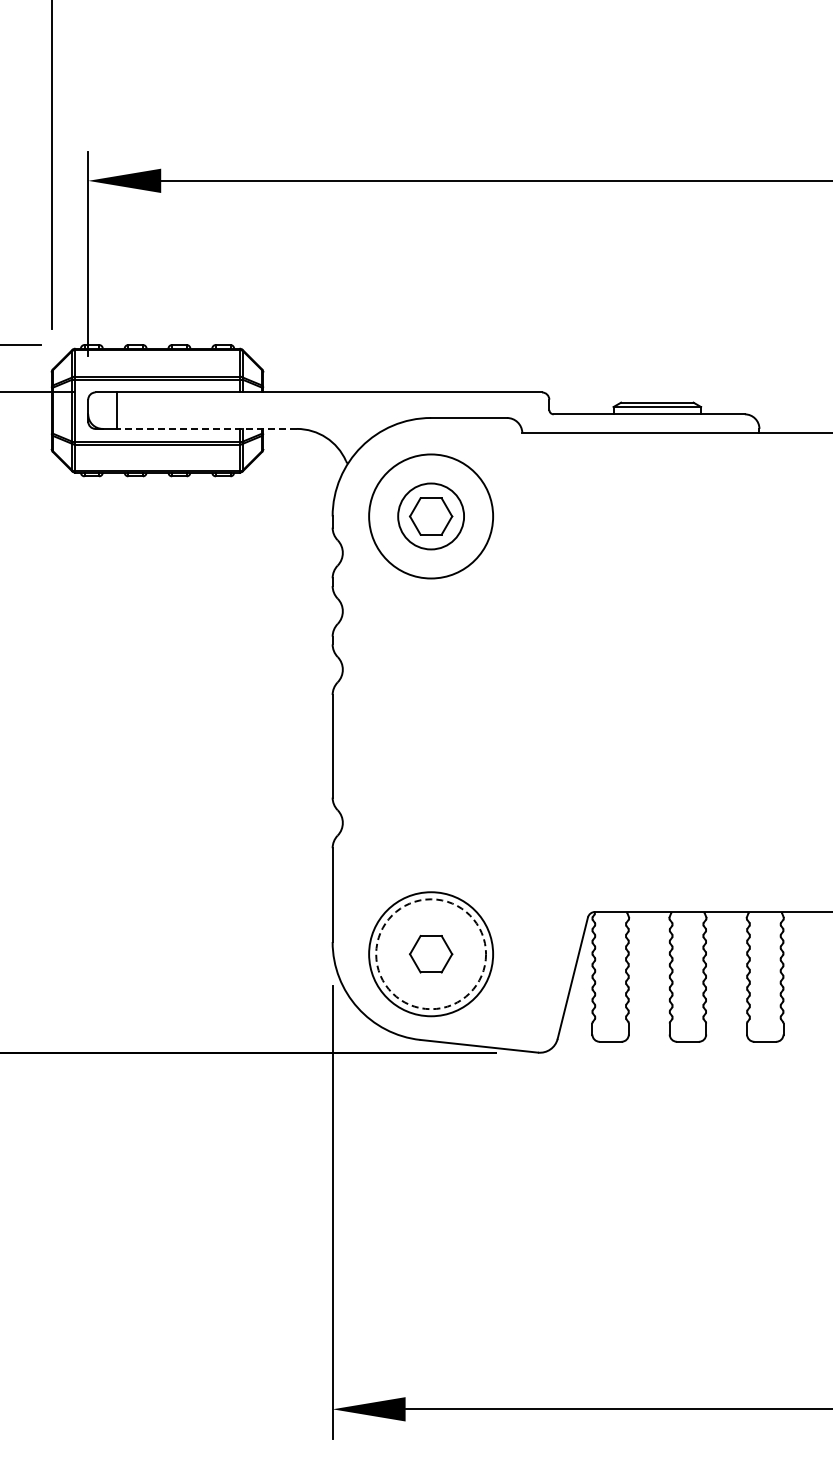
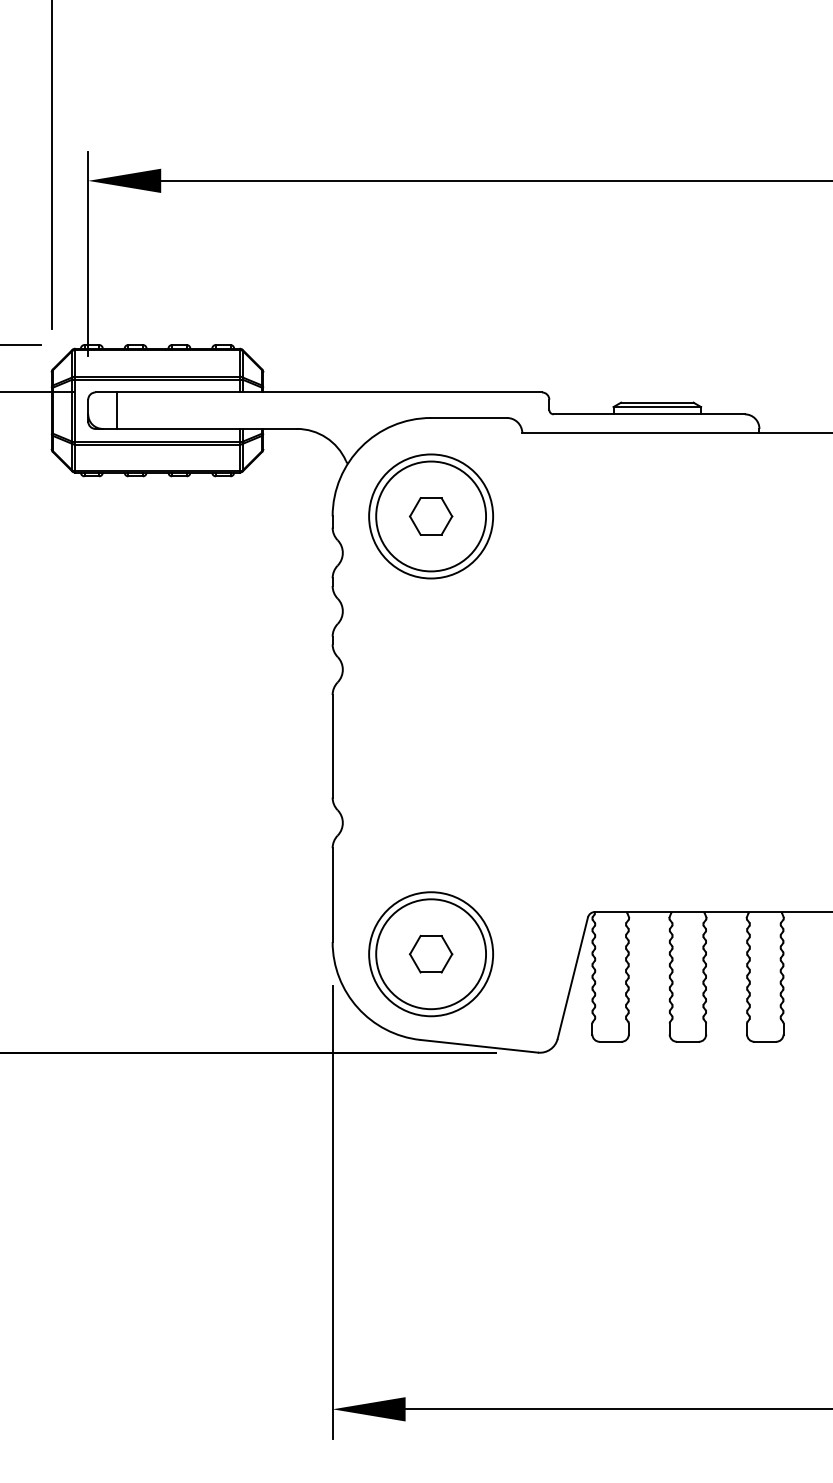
line at (207, 428): dashed -> solid
circle at (431, 516) diameter: 66 px -> 110 px
circle at (431, 954): dashed -> solid
